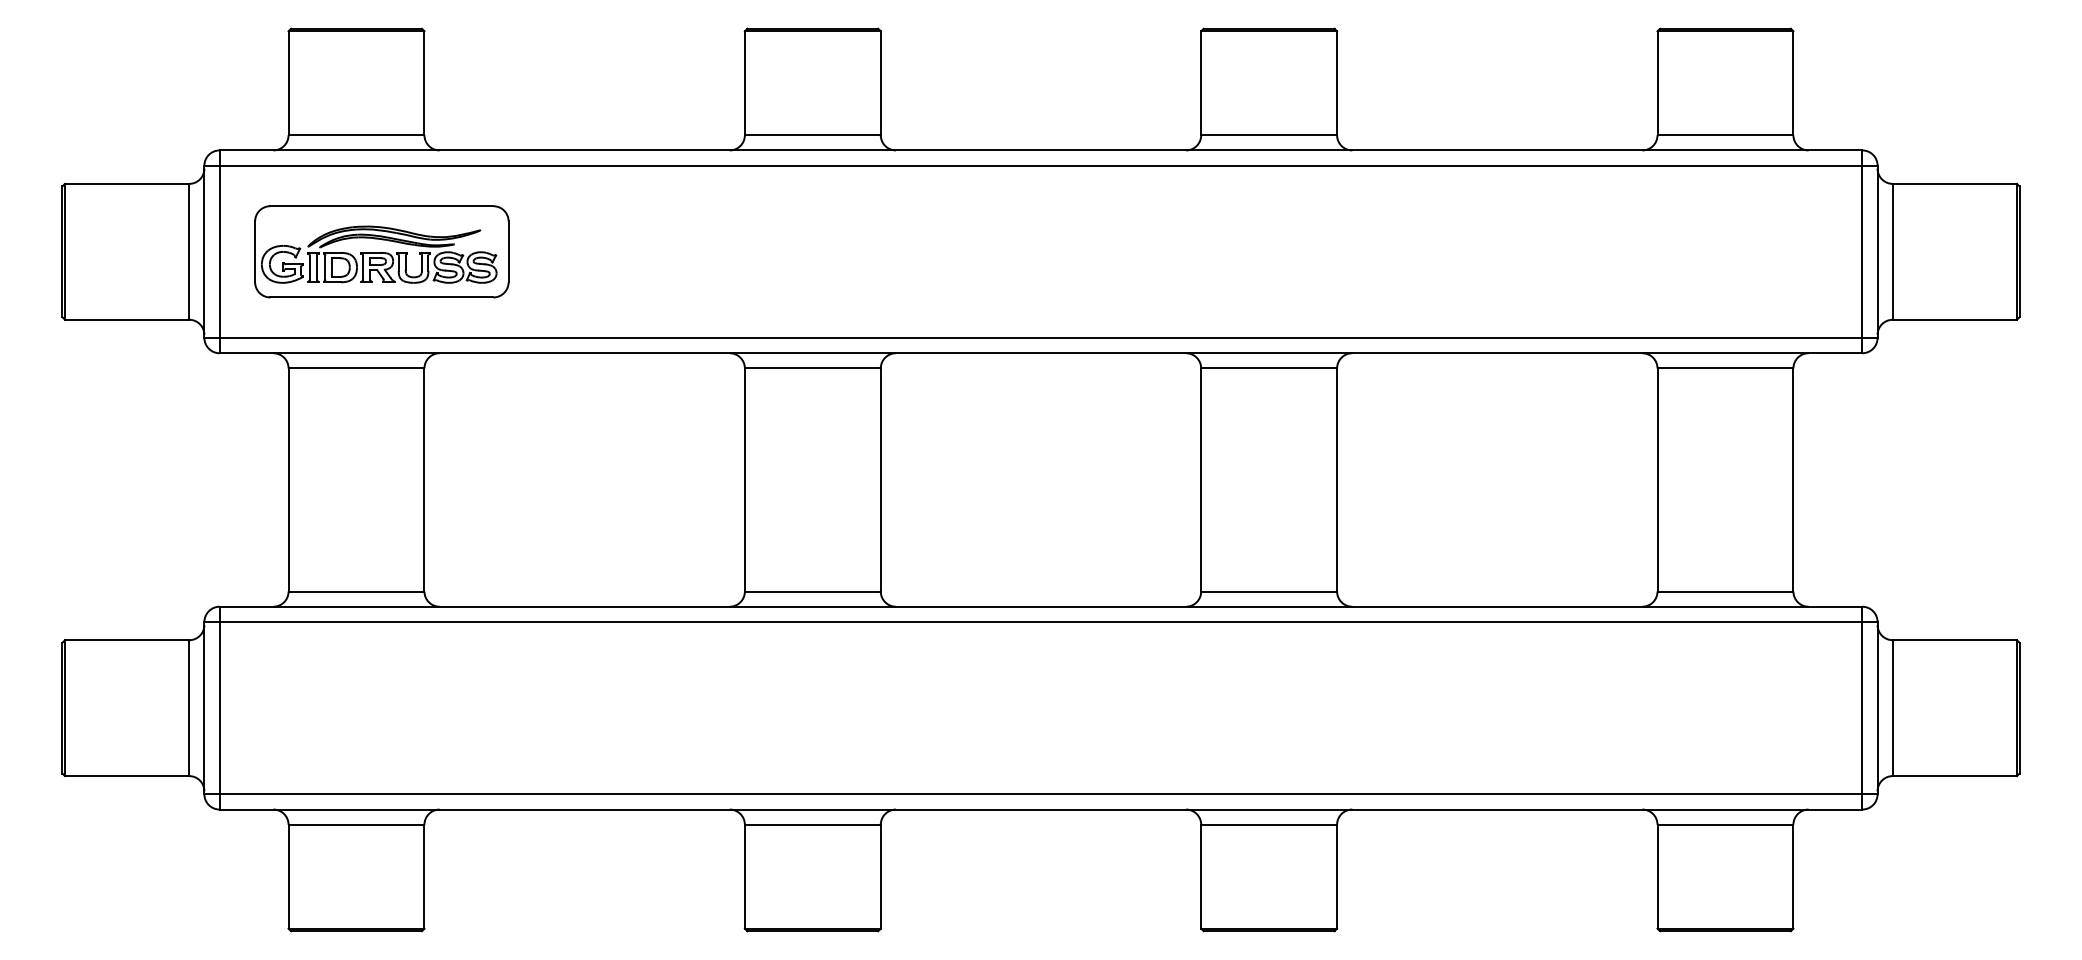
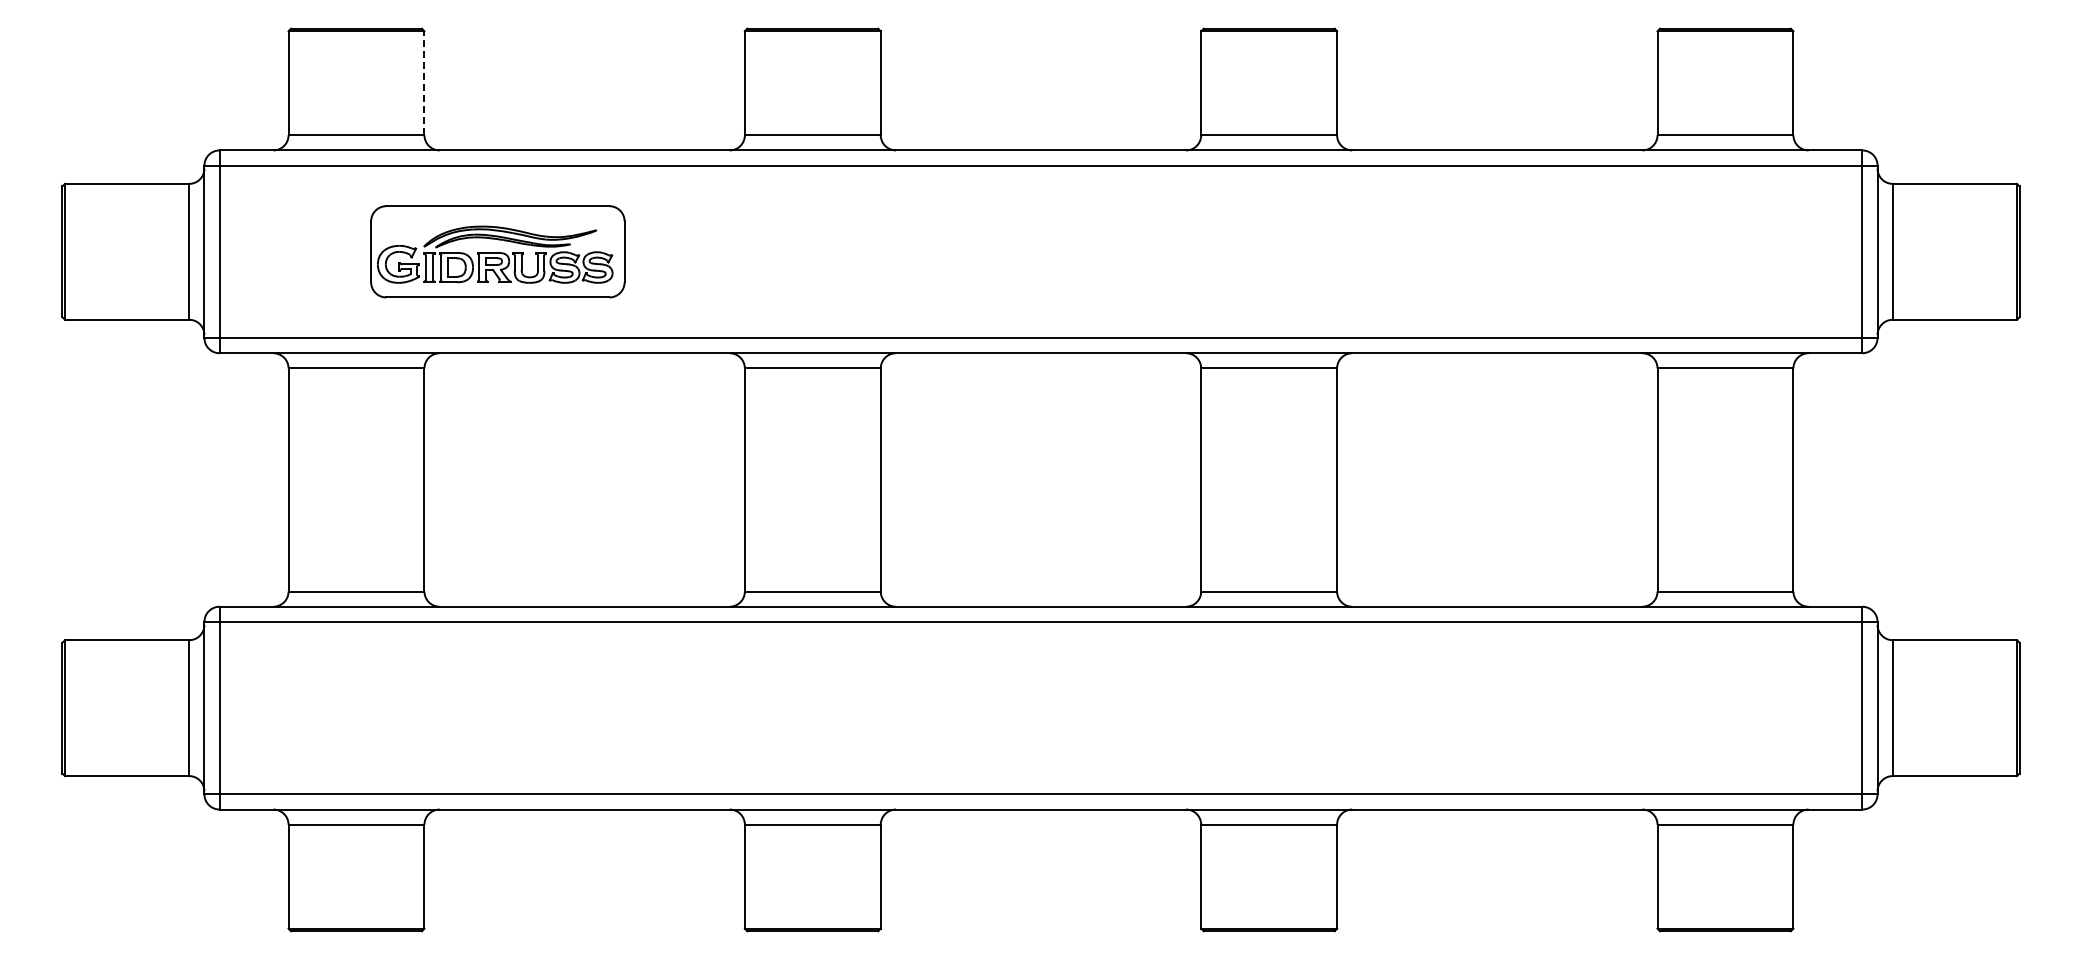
line at (424, 83): solid -> dashed
part at (381, 251) position: (381, 251) -> (497, 251)
